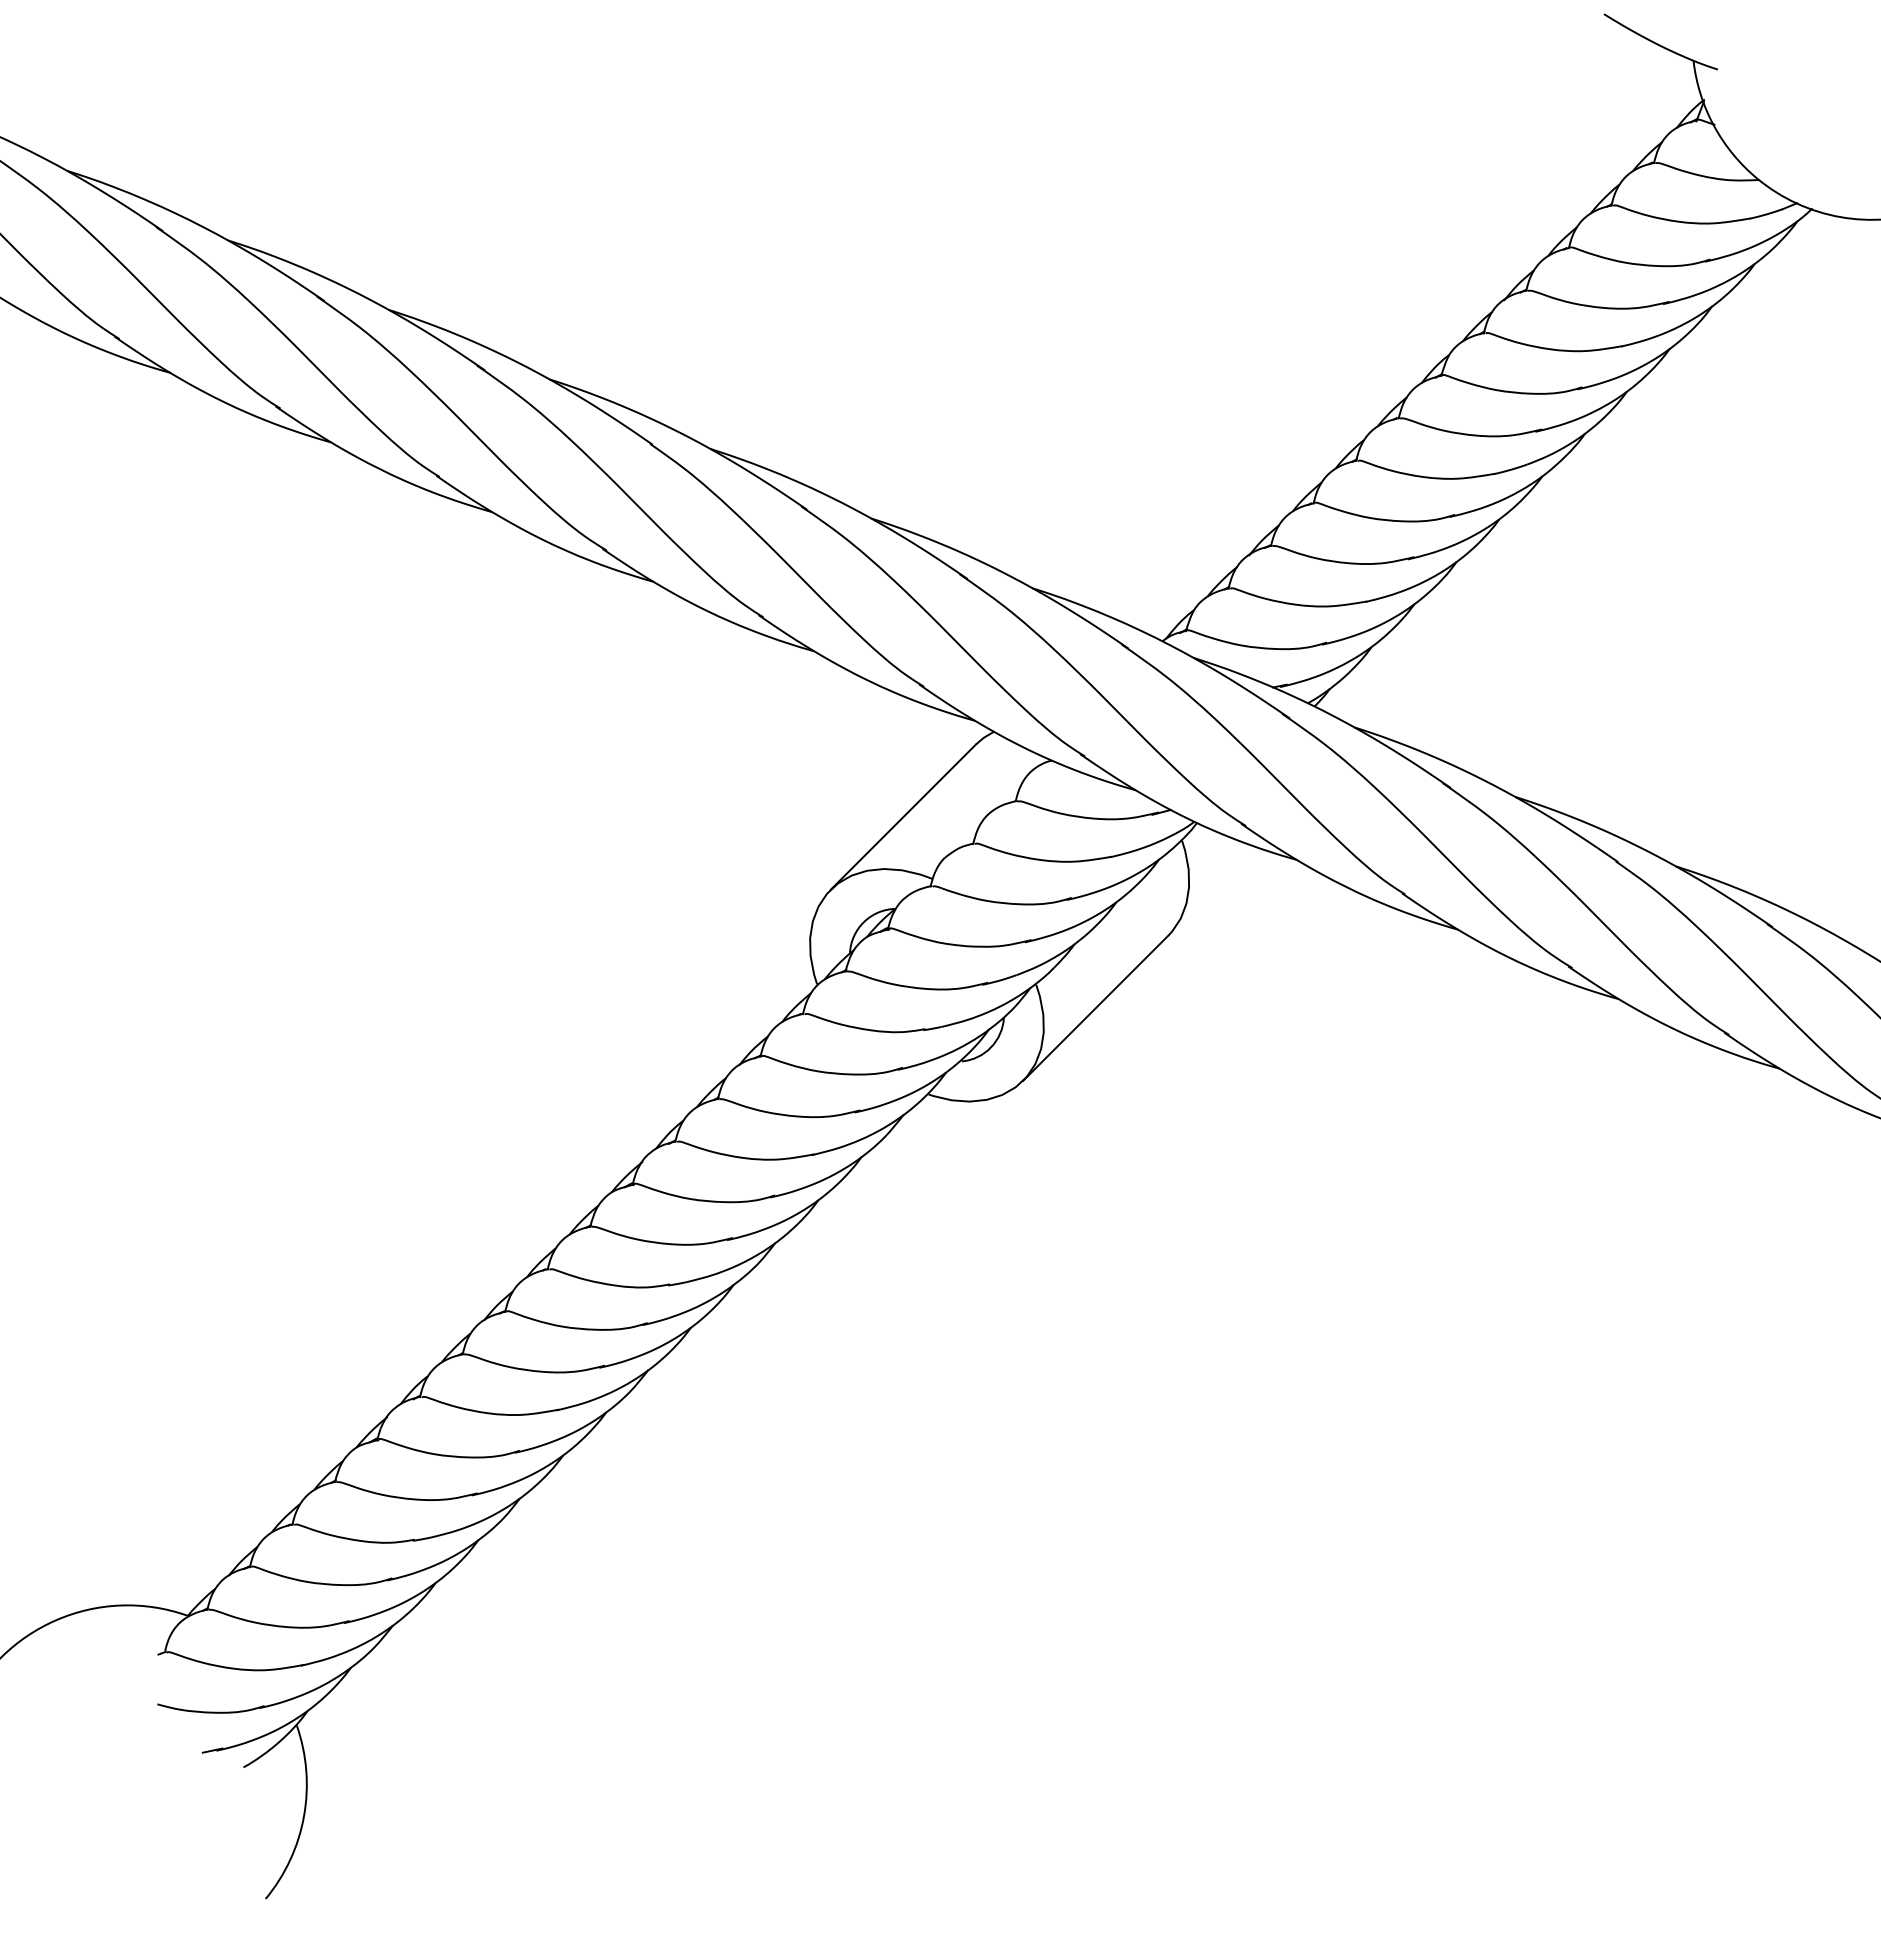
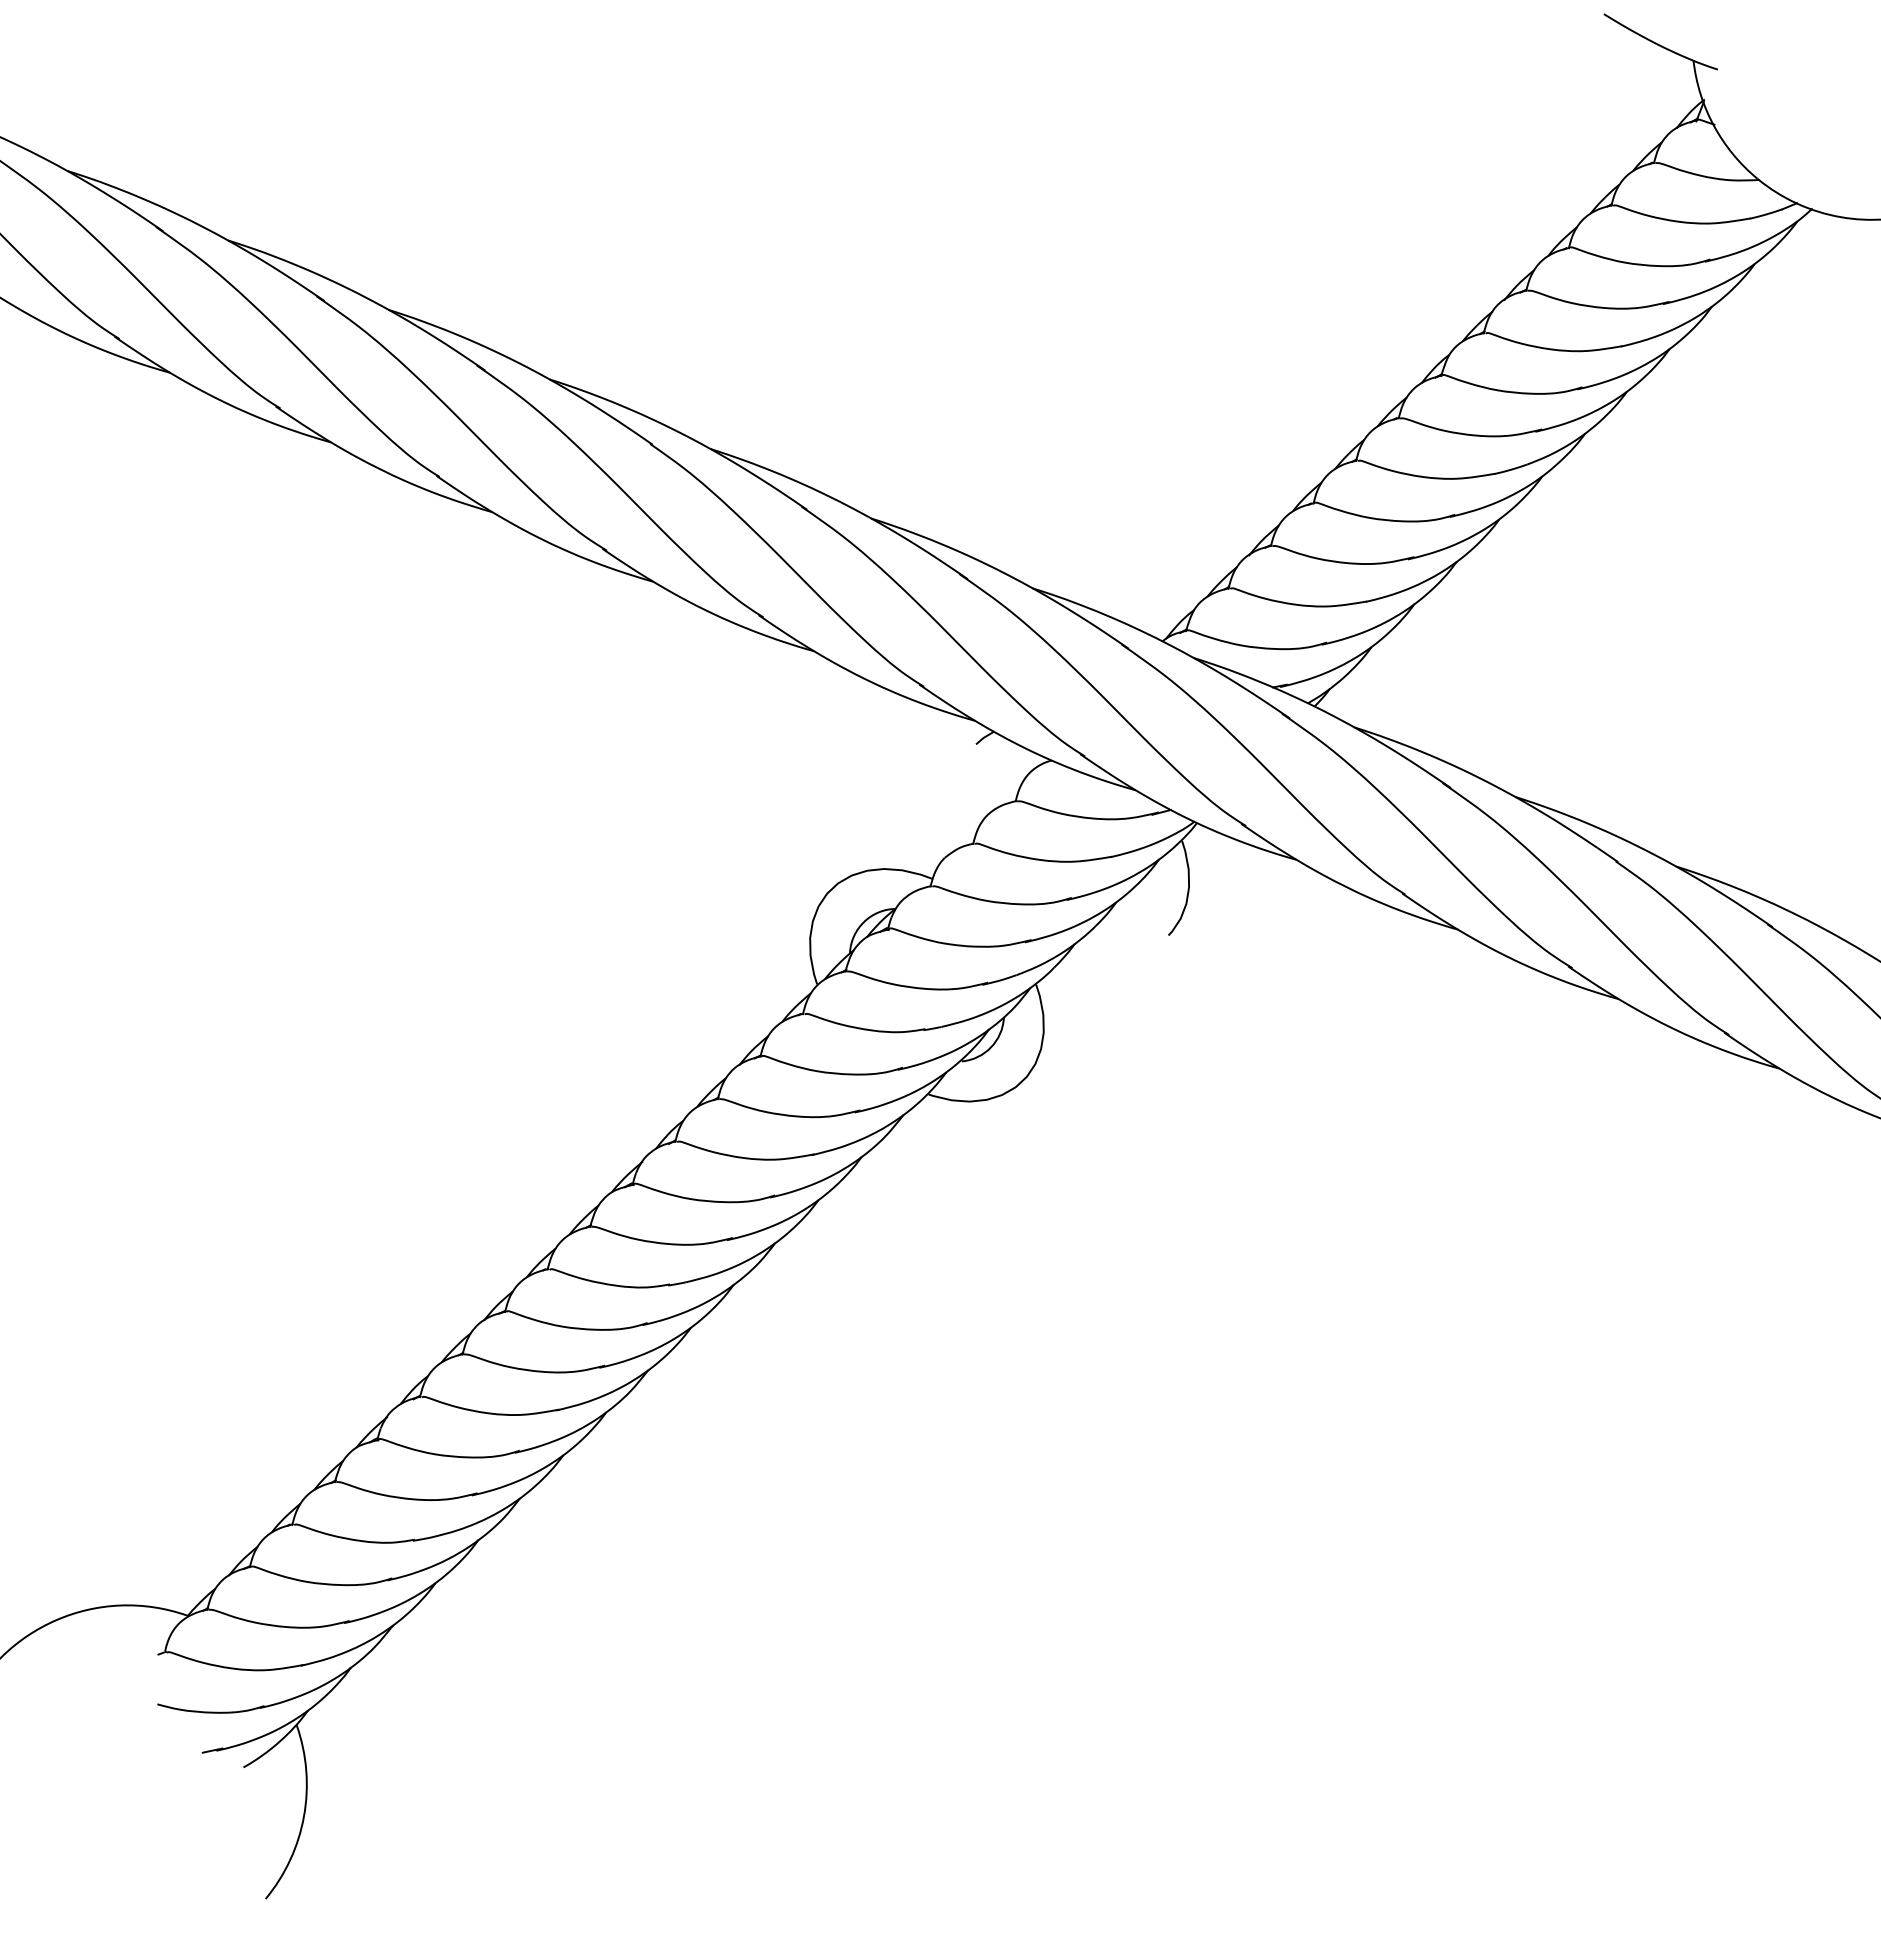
line at (903, 816): present -> none
line at (1095, 1007): present -> none
